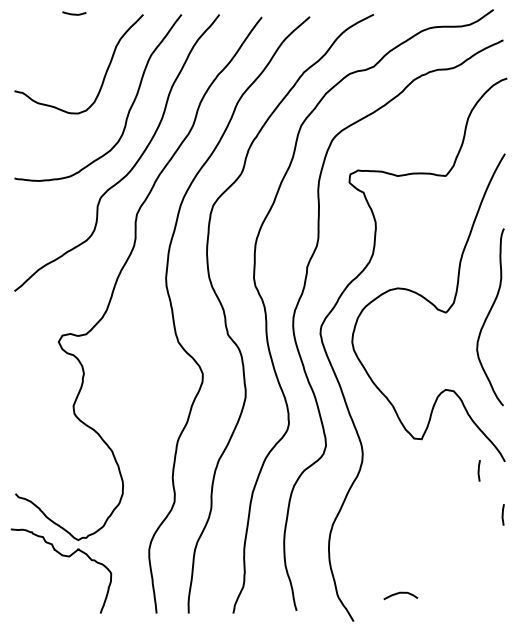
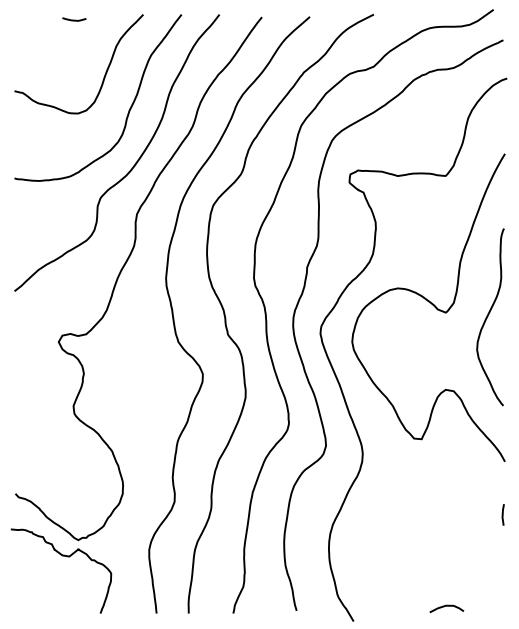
curve at (74, 13) position: (74, 13) -> (74, 19)
line at (478, 470): present -> none
curve at (400, 593) position: (400, 593) -> (446, 606)
